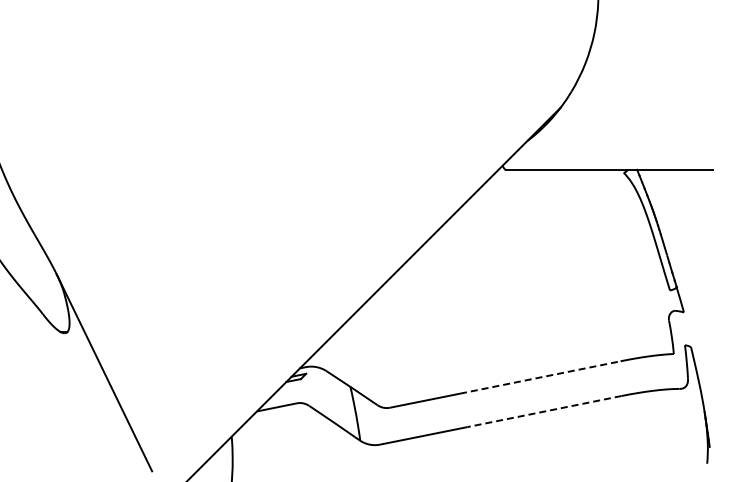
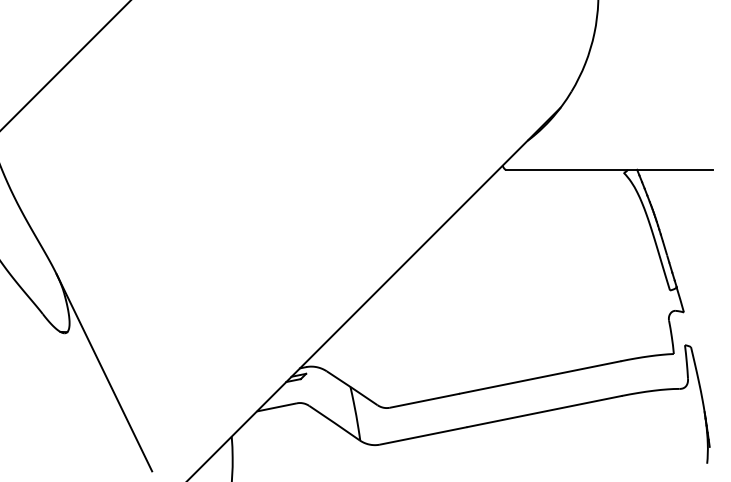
line at (65, 65): none -> present
line at (540, 377): dashed -> solid
line at (544, 411): dashed -> solid
